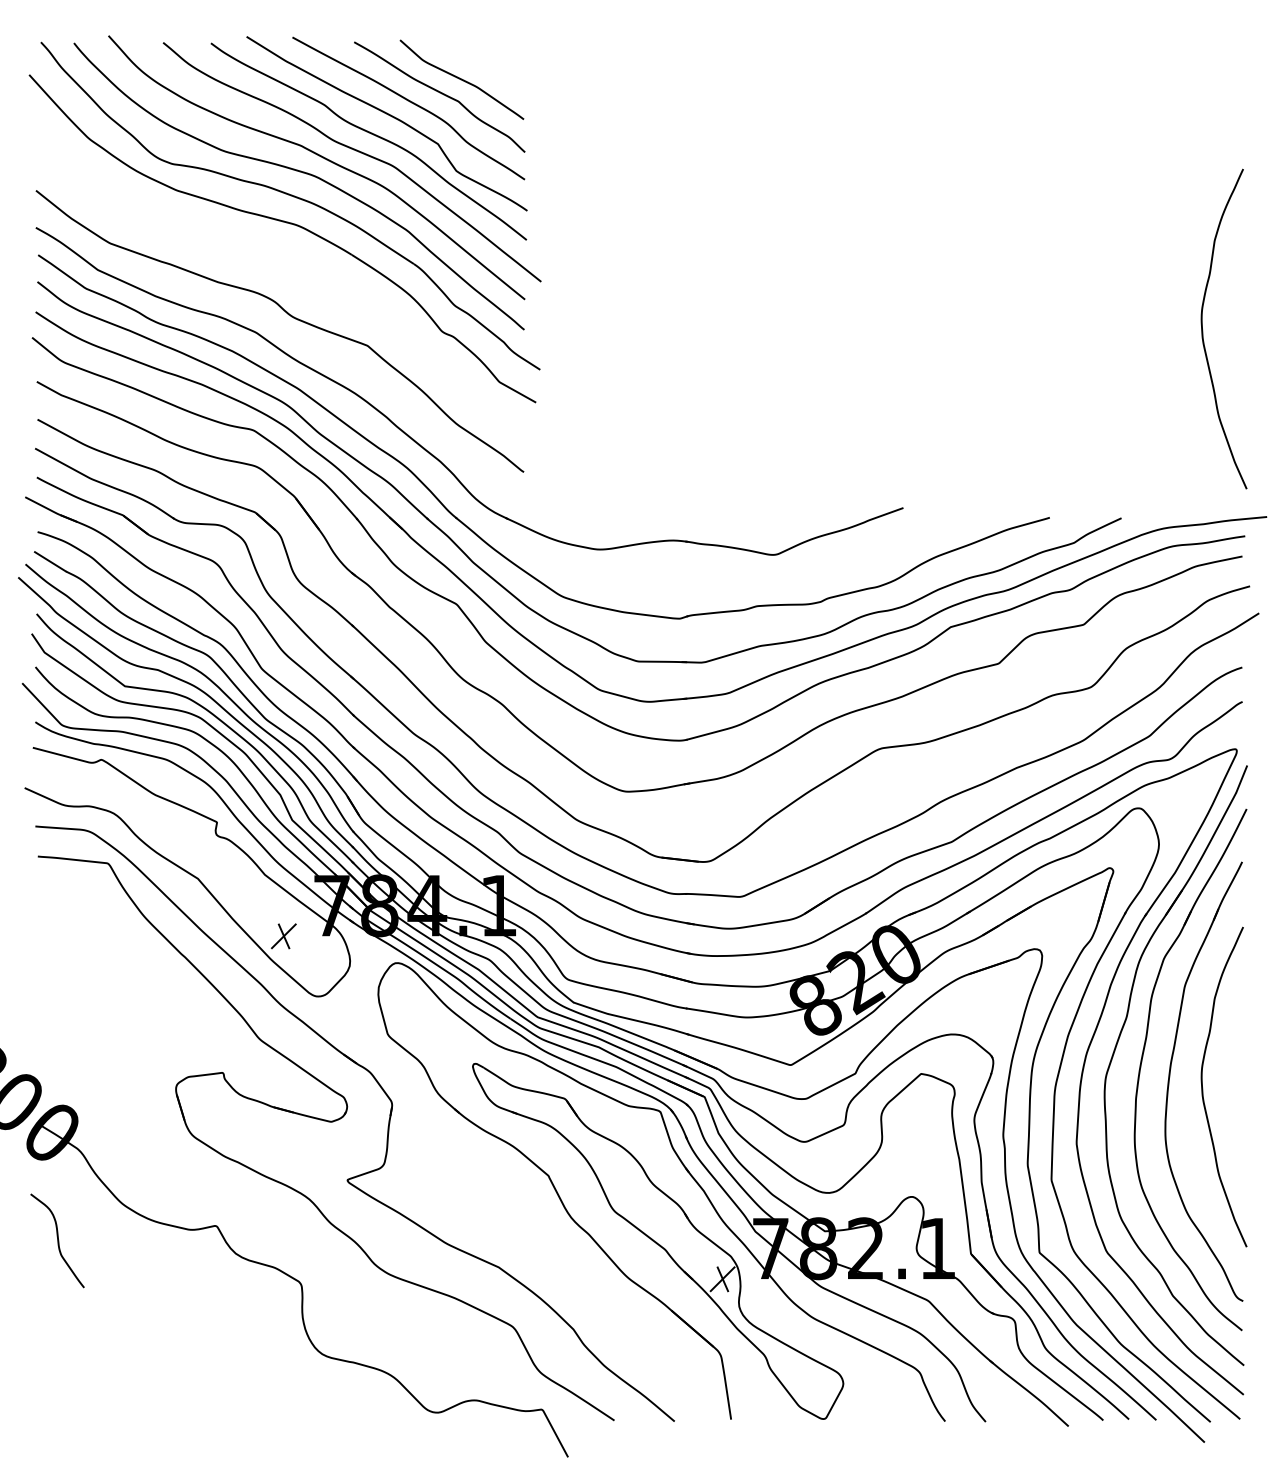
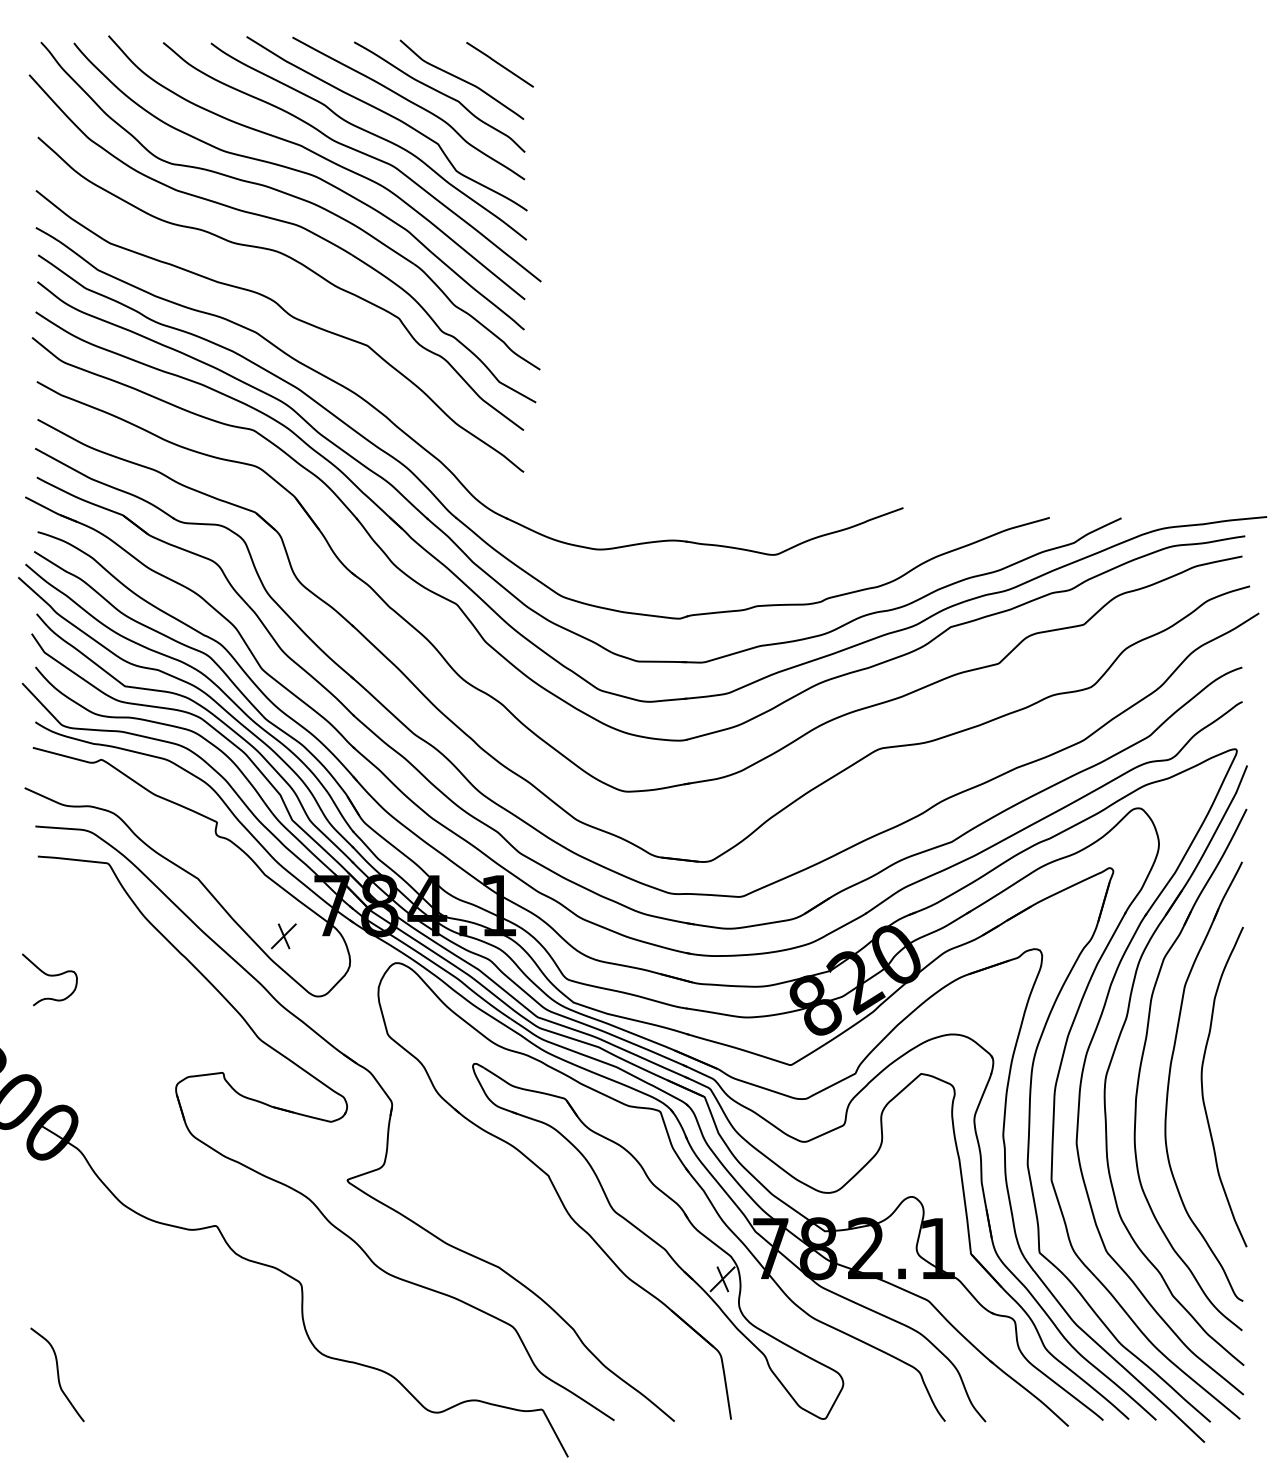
line at (499, 64): none -> present
curve at (294, 261): none -> present
curve at (1203, 330): present -> none
curve at (49, 976): none -> present
curve at (57, 1240) position: (57, 1240) -> (57, 1374)
